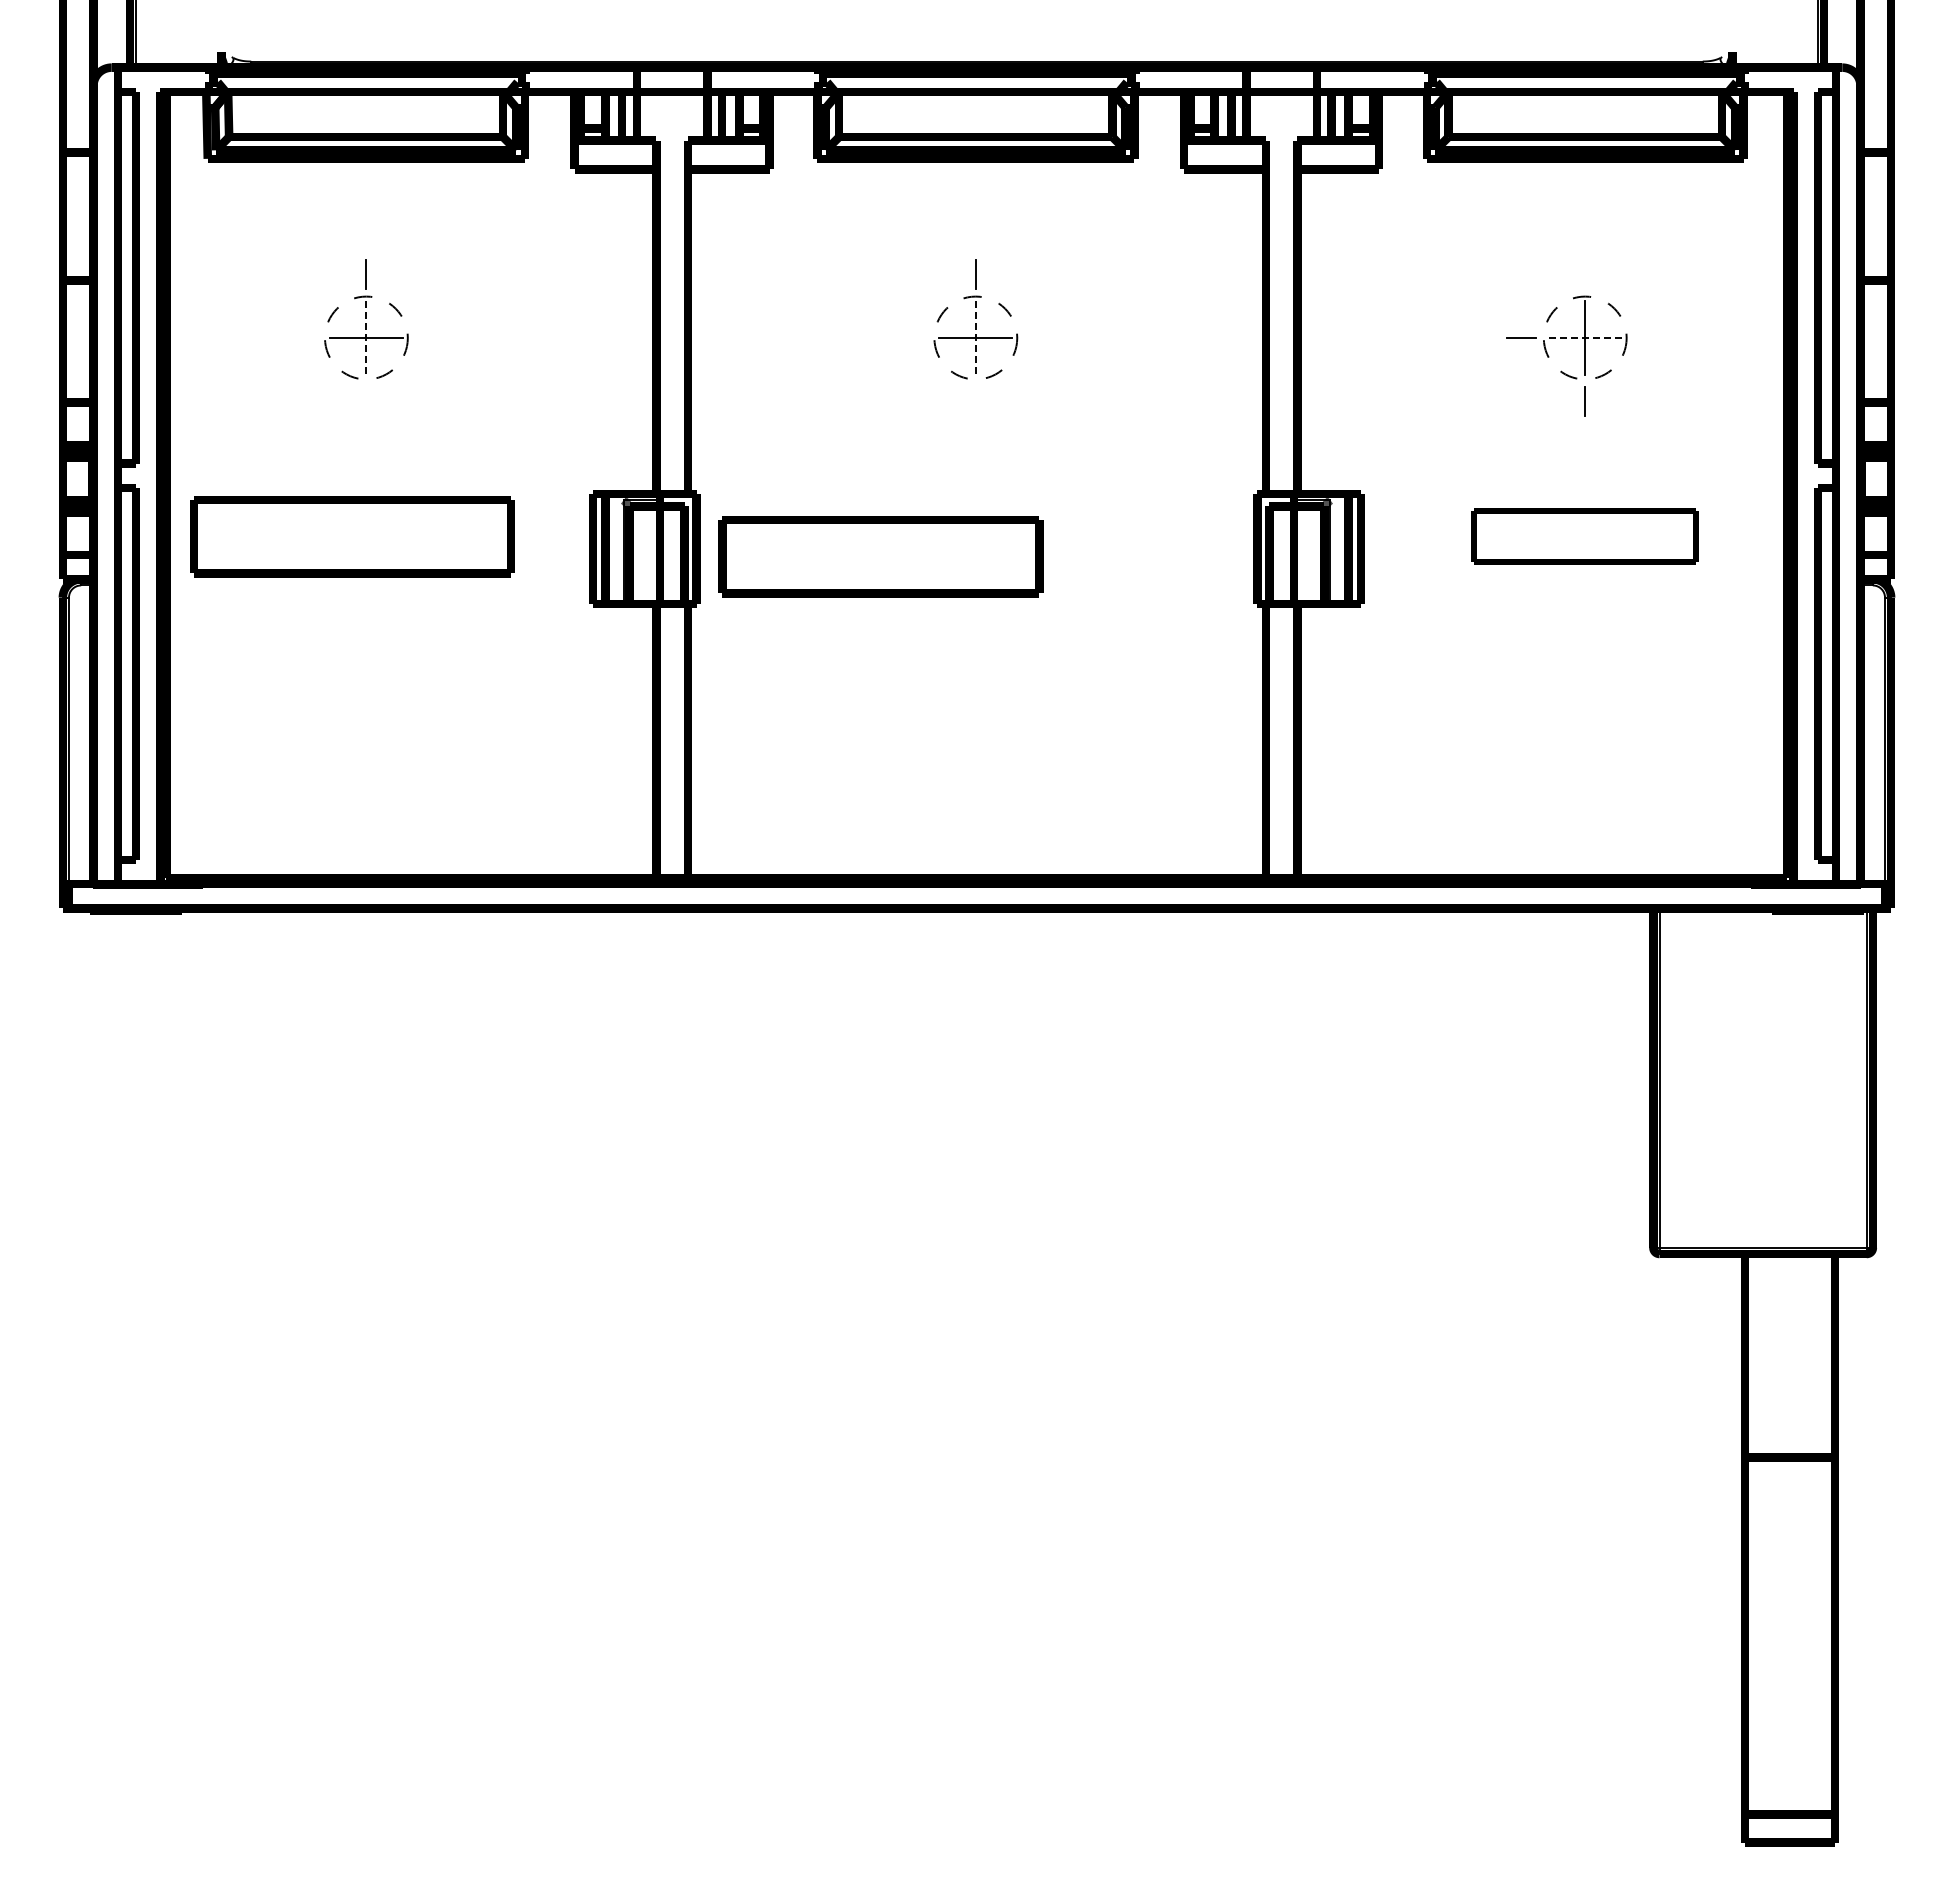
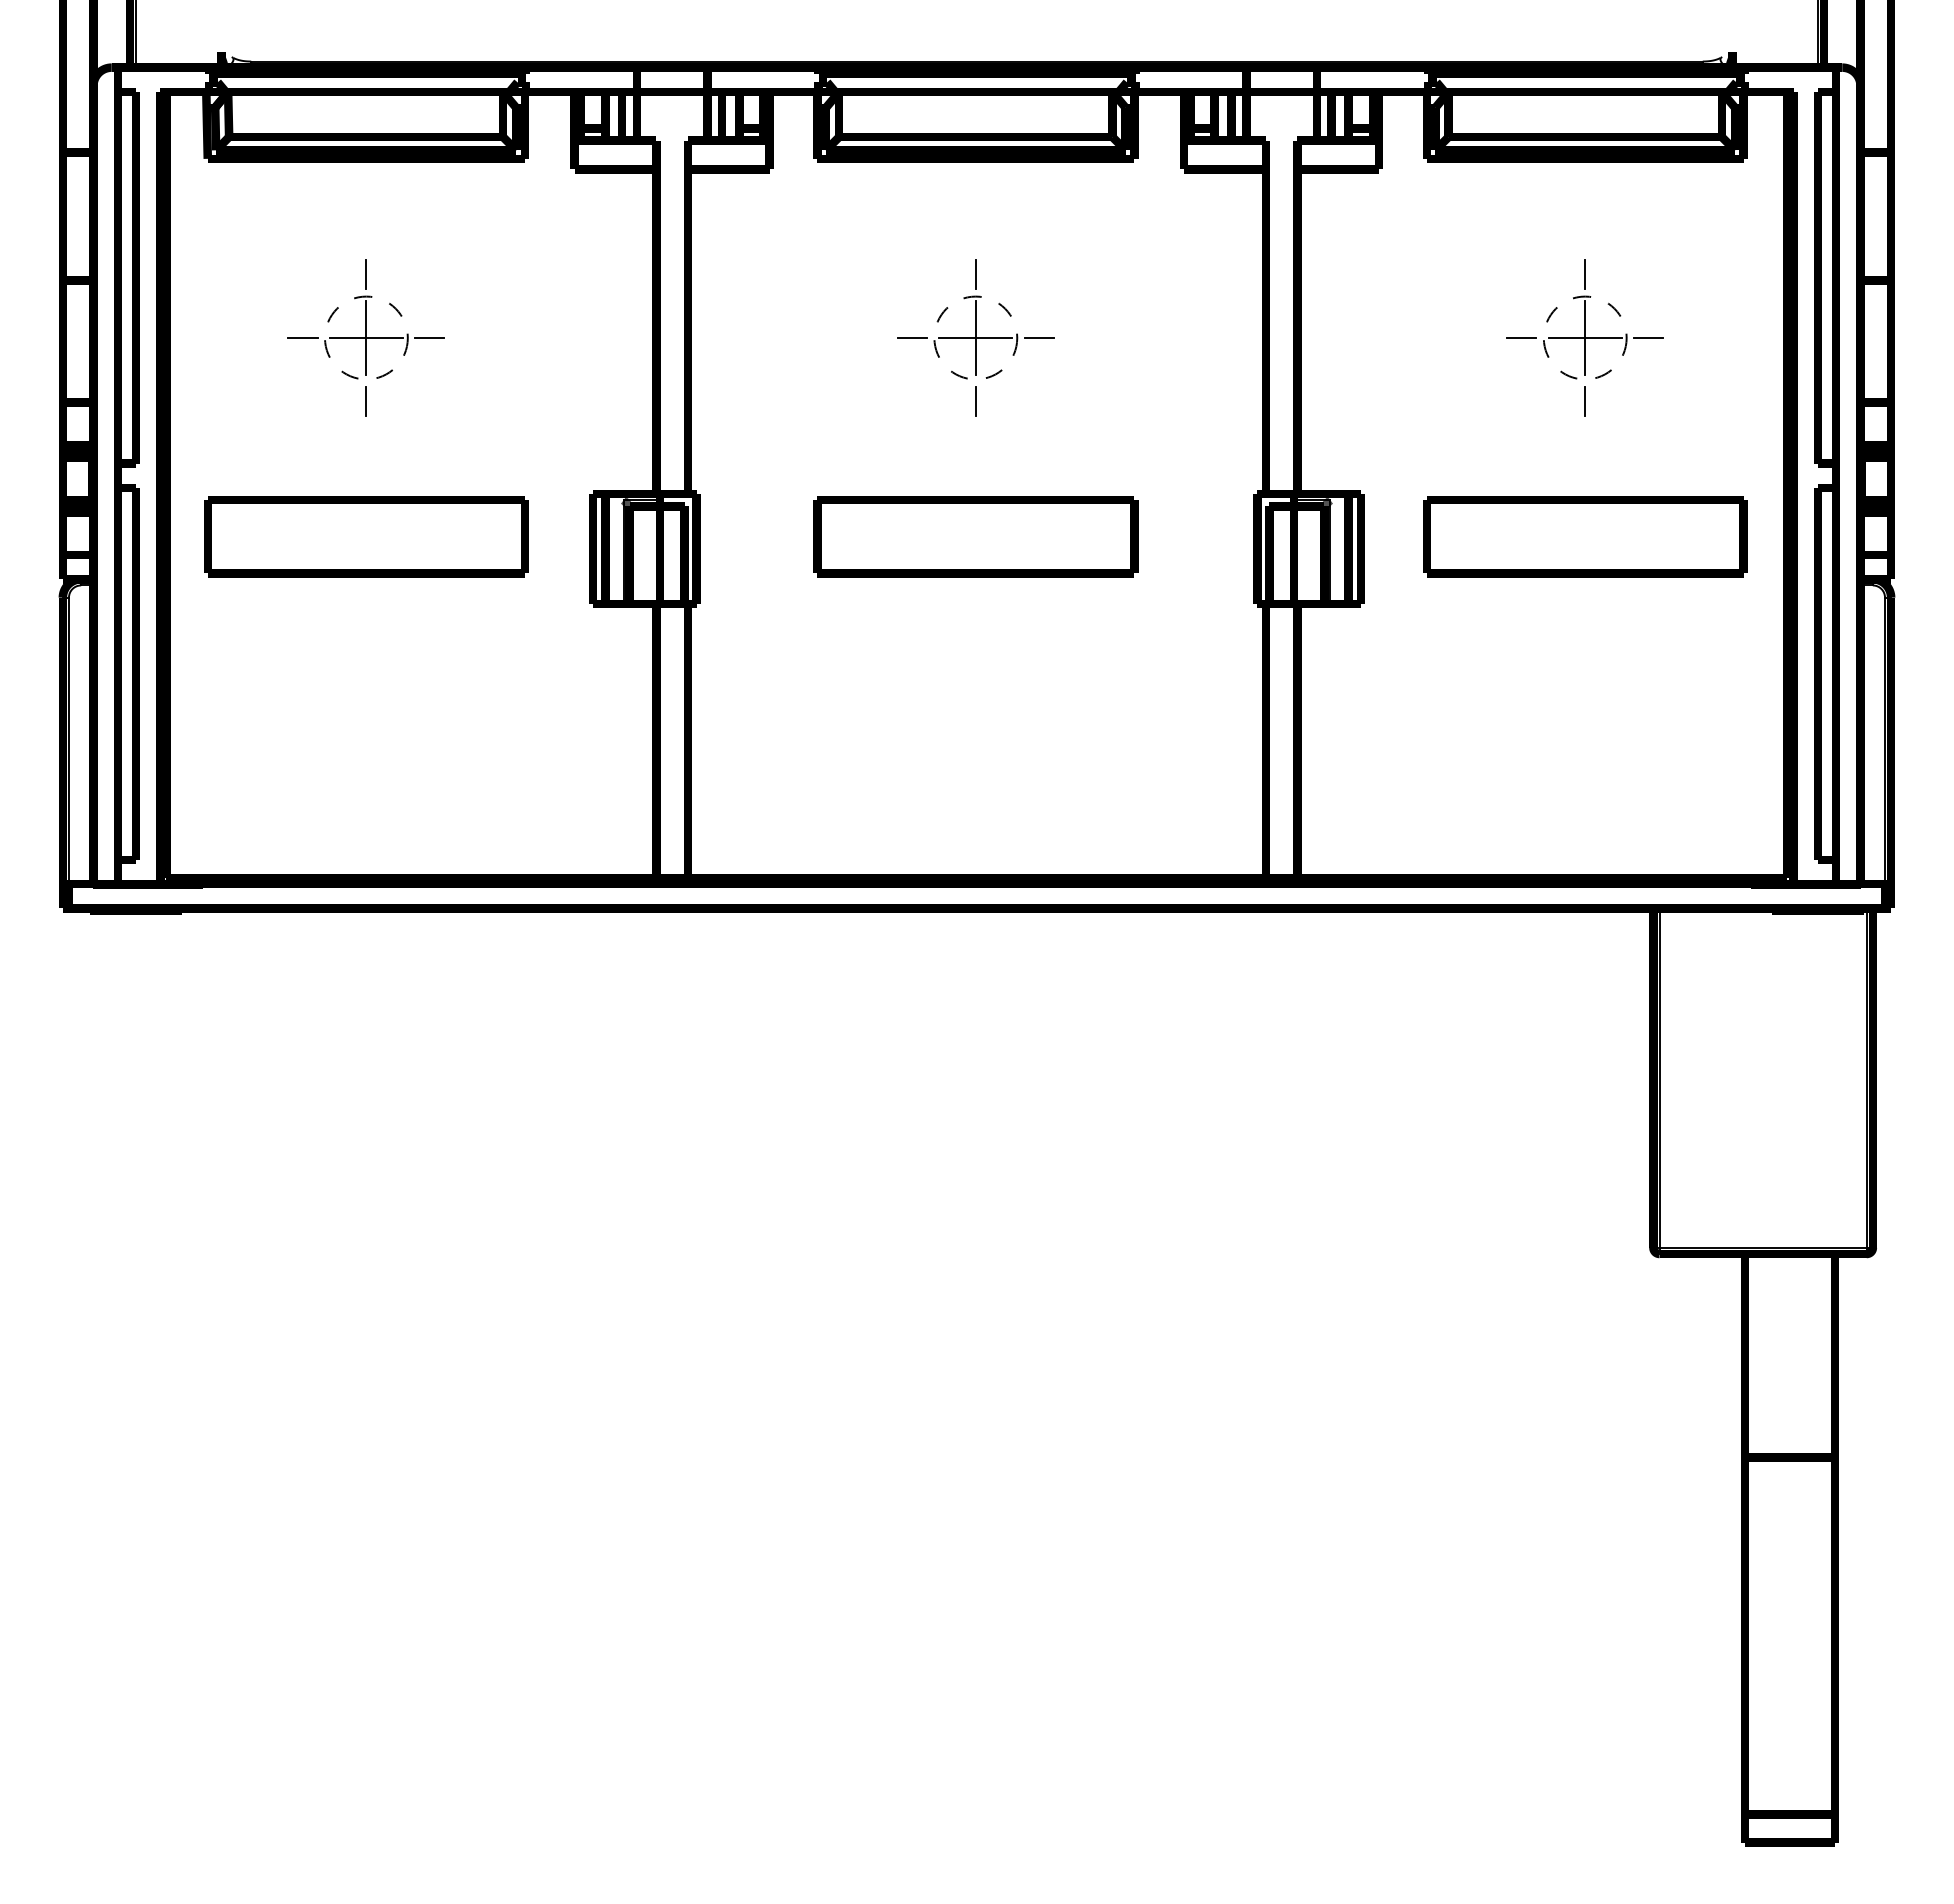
line at (1585, 274): none -> present
line at (302, 338): none -> present
line at (366, 338): dashed -> solid
line at (429, 338): none -> present
line at (912, 338): none -> present
line at (975, 338): dashed -> solid
line at (1038, 338): none -> present
line at (1585, 338): dashed -> solid
line at (1648, 338): none -> present
line at (366, 401): none -> present
line at (975, 401): none -> present
part at (352, 536) position: (352, 536) -> (366, 536)
part at (1584, 536) size: 228x57 px -> 325x82 px
part at (880, 556) position: (880, 556) -> (975, 536)
